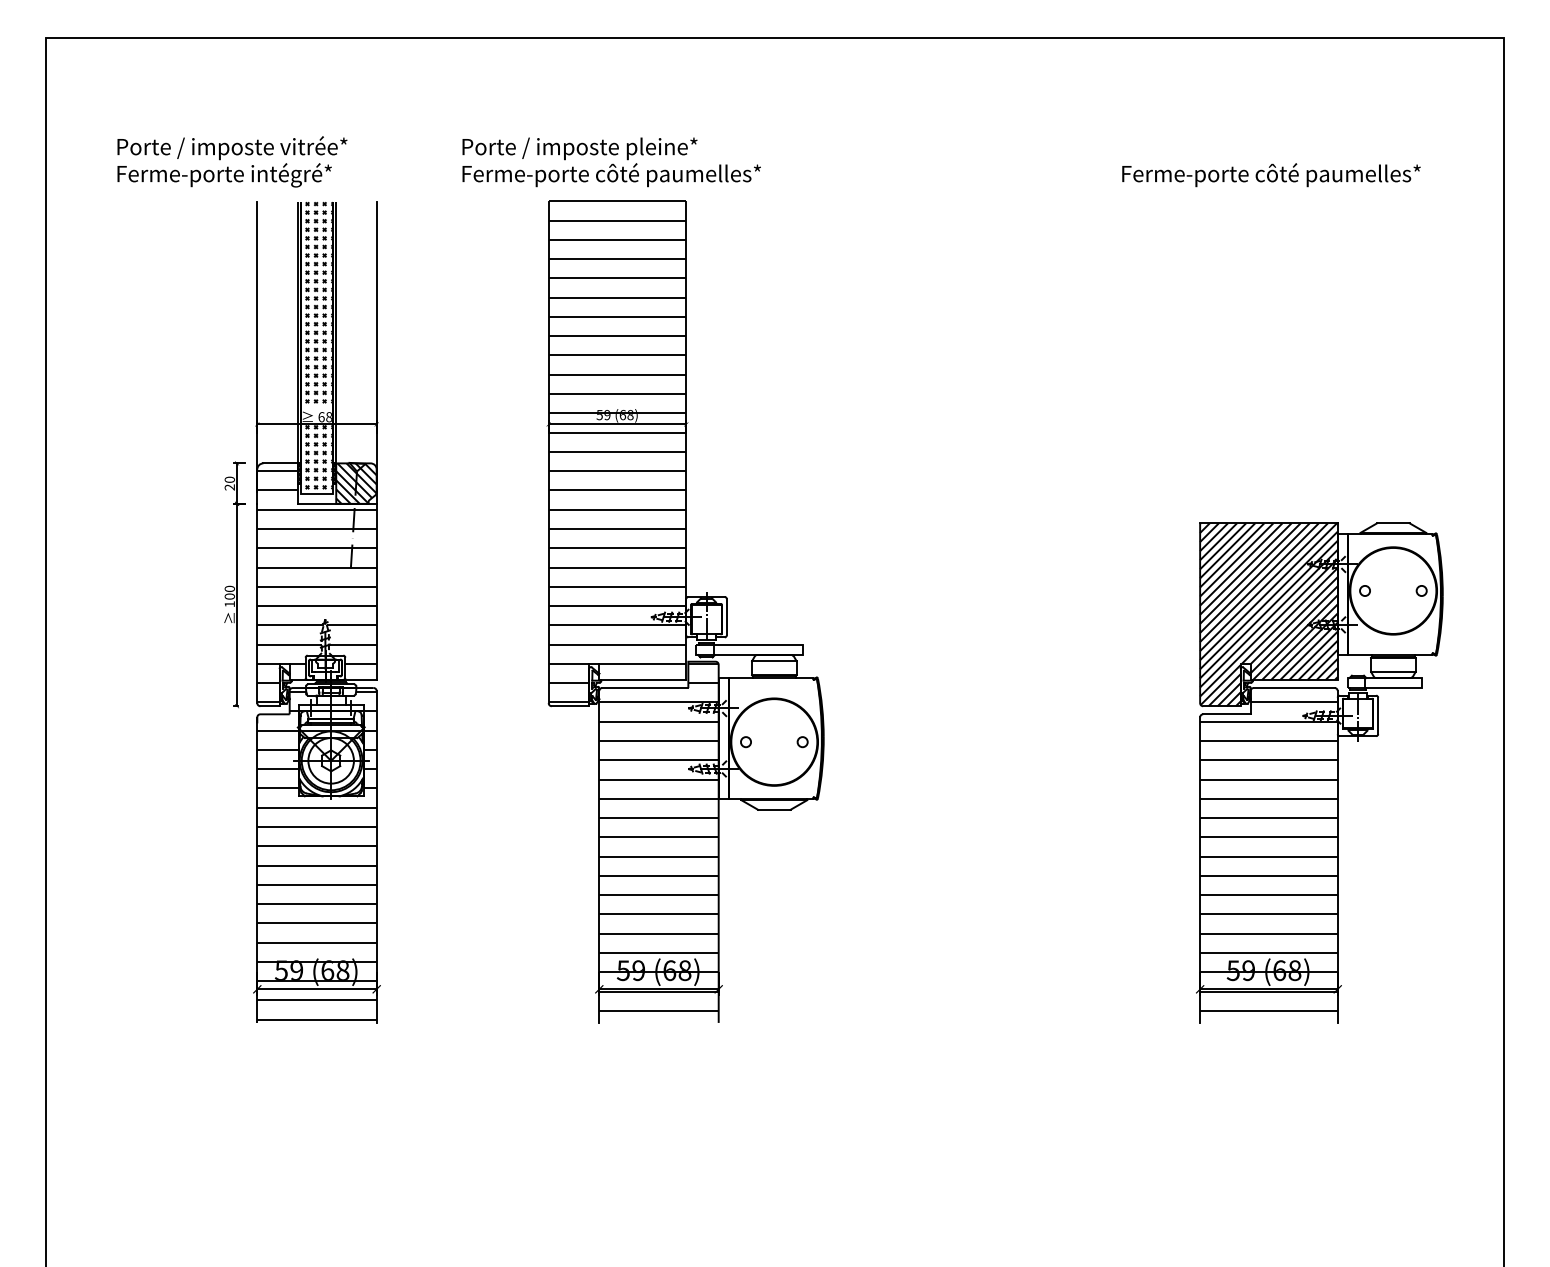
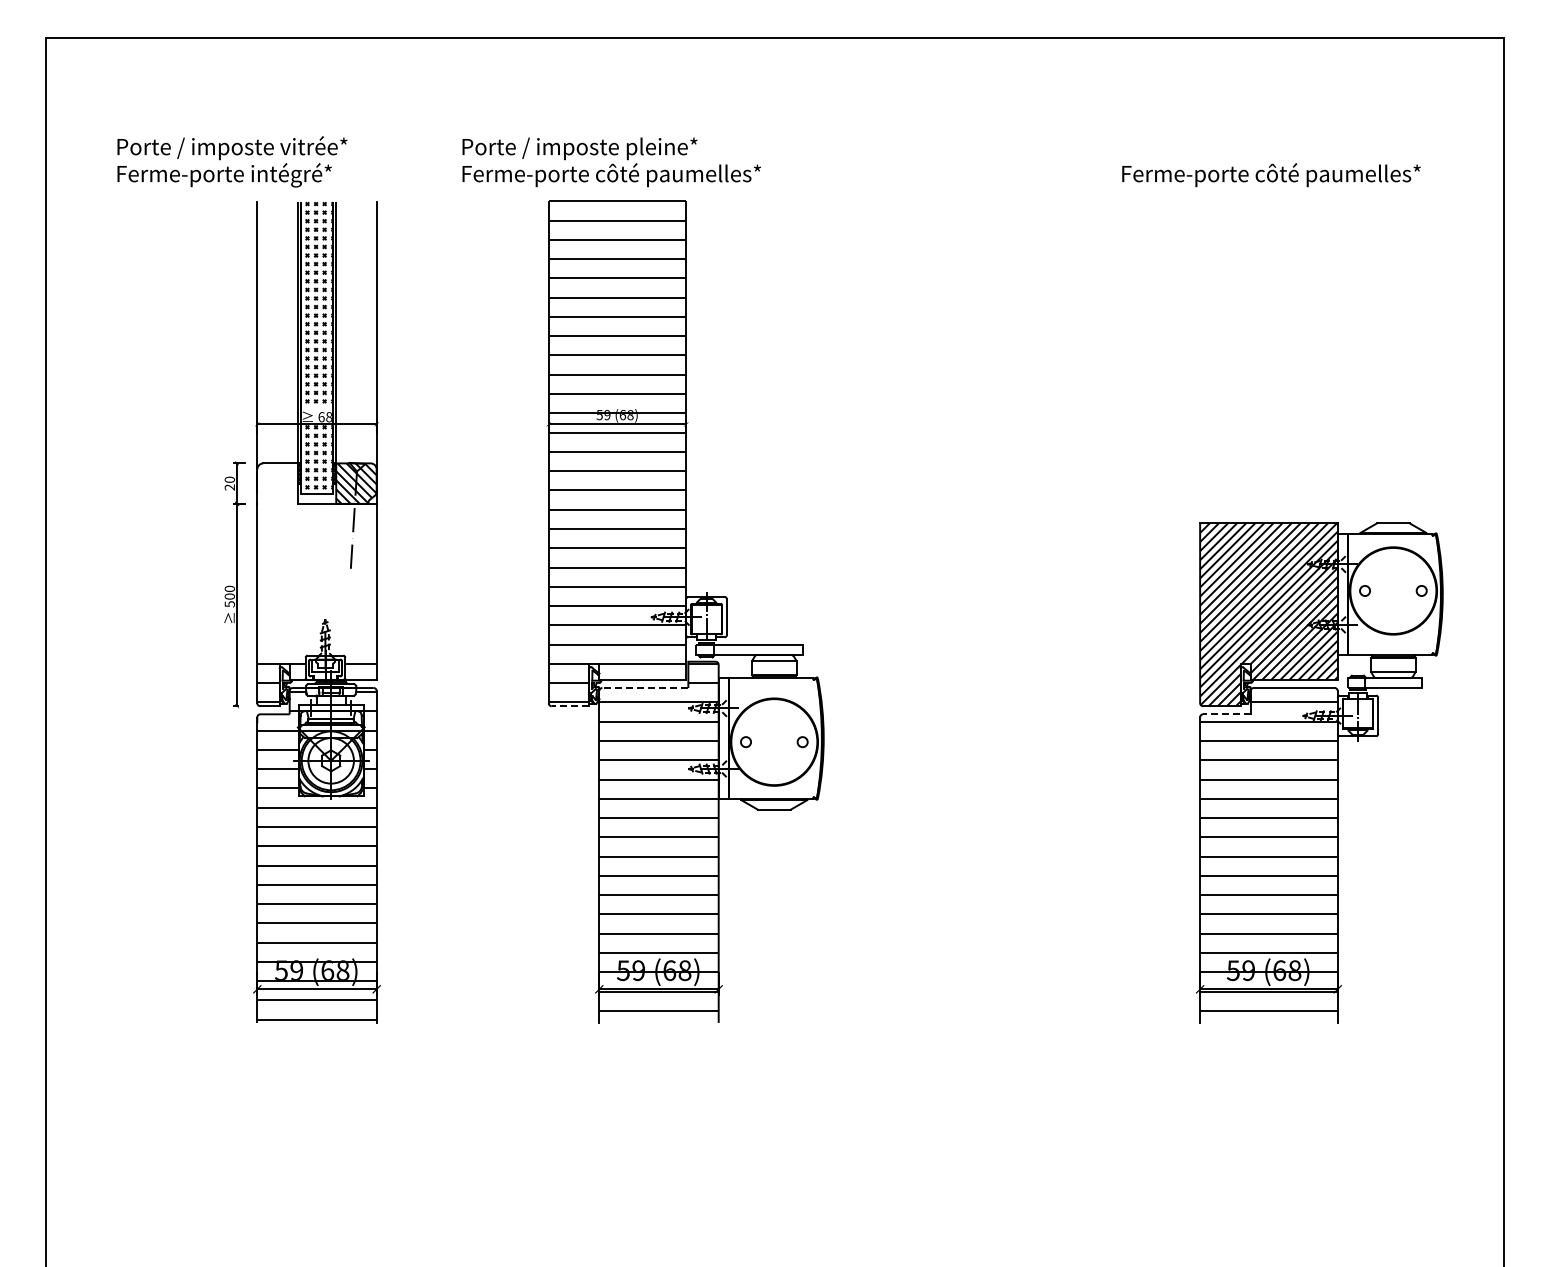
hatch at (316, 557): present -> none
text at (229, 604): 100 -> 500
line at (644, 688): solid -> dashed
line at (570, 706): solid -> dashed
line at (1226, 714): solid -> dashed
